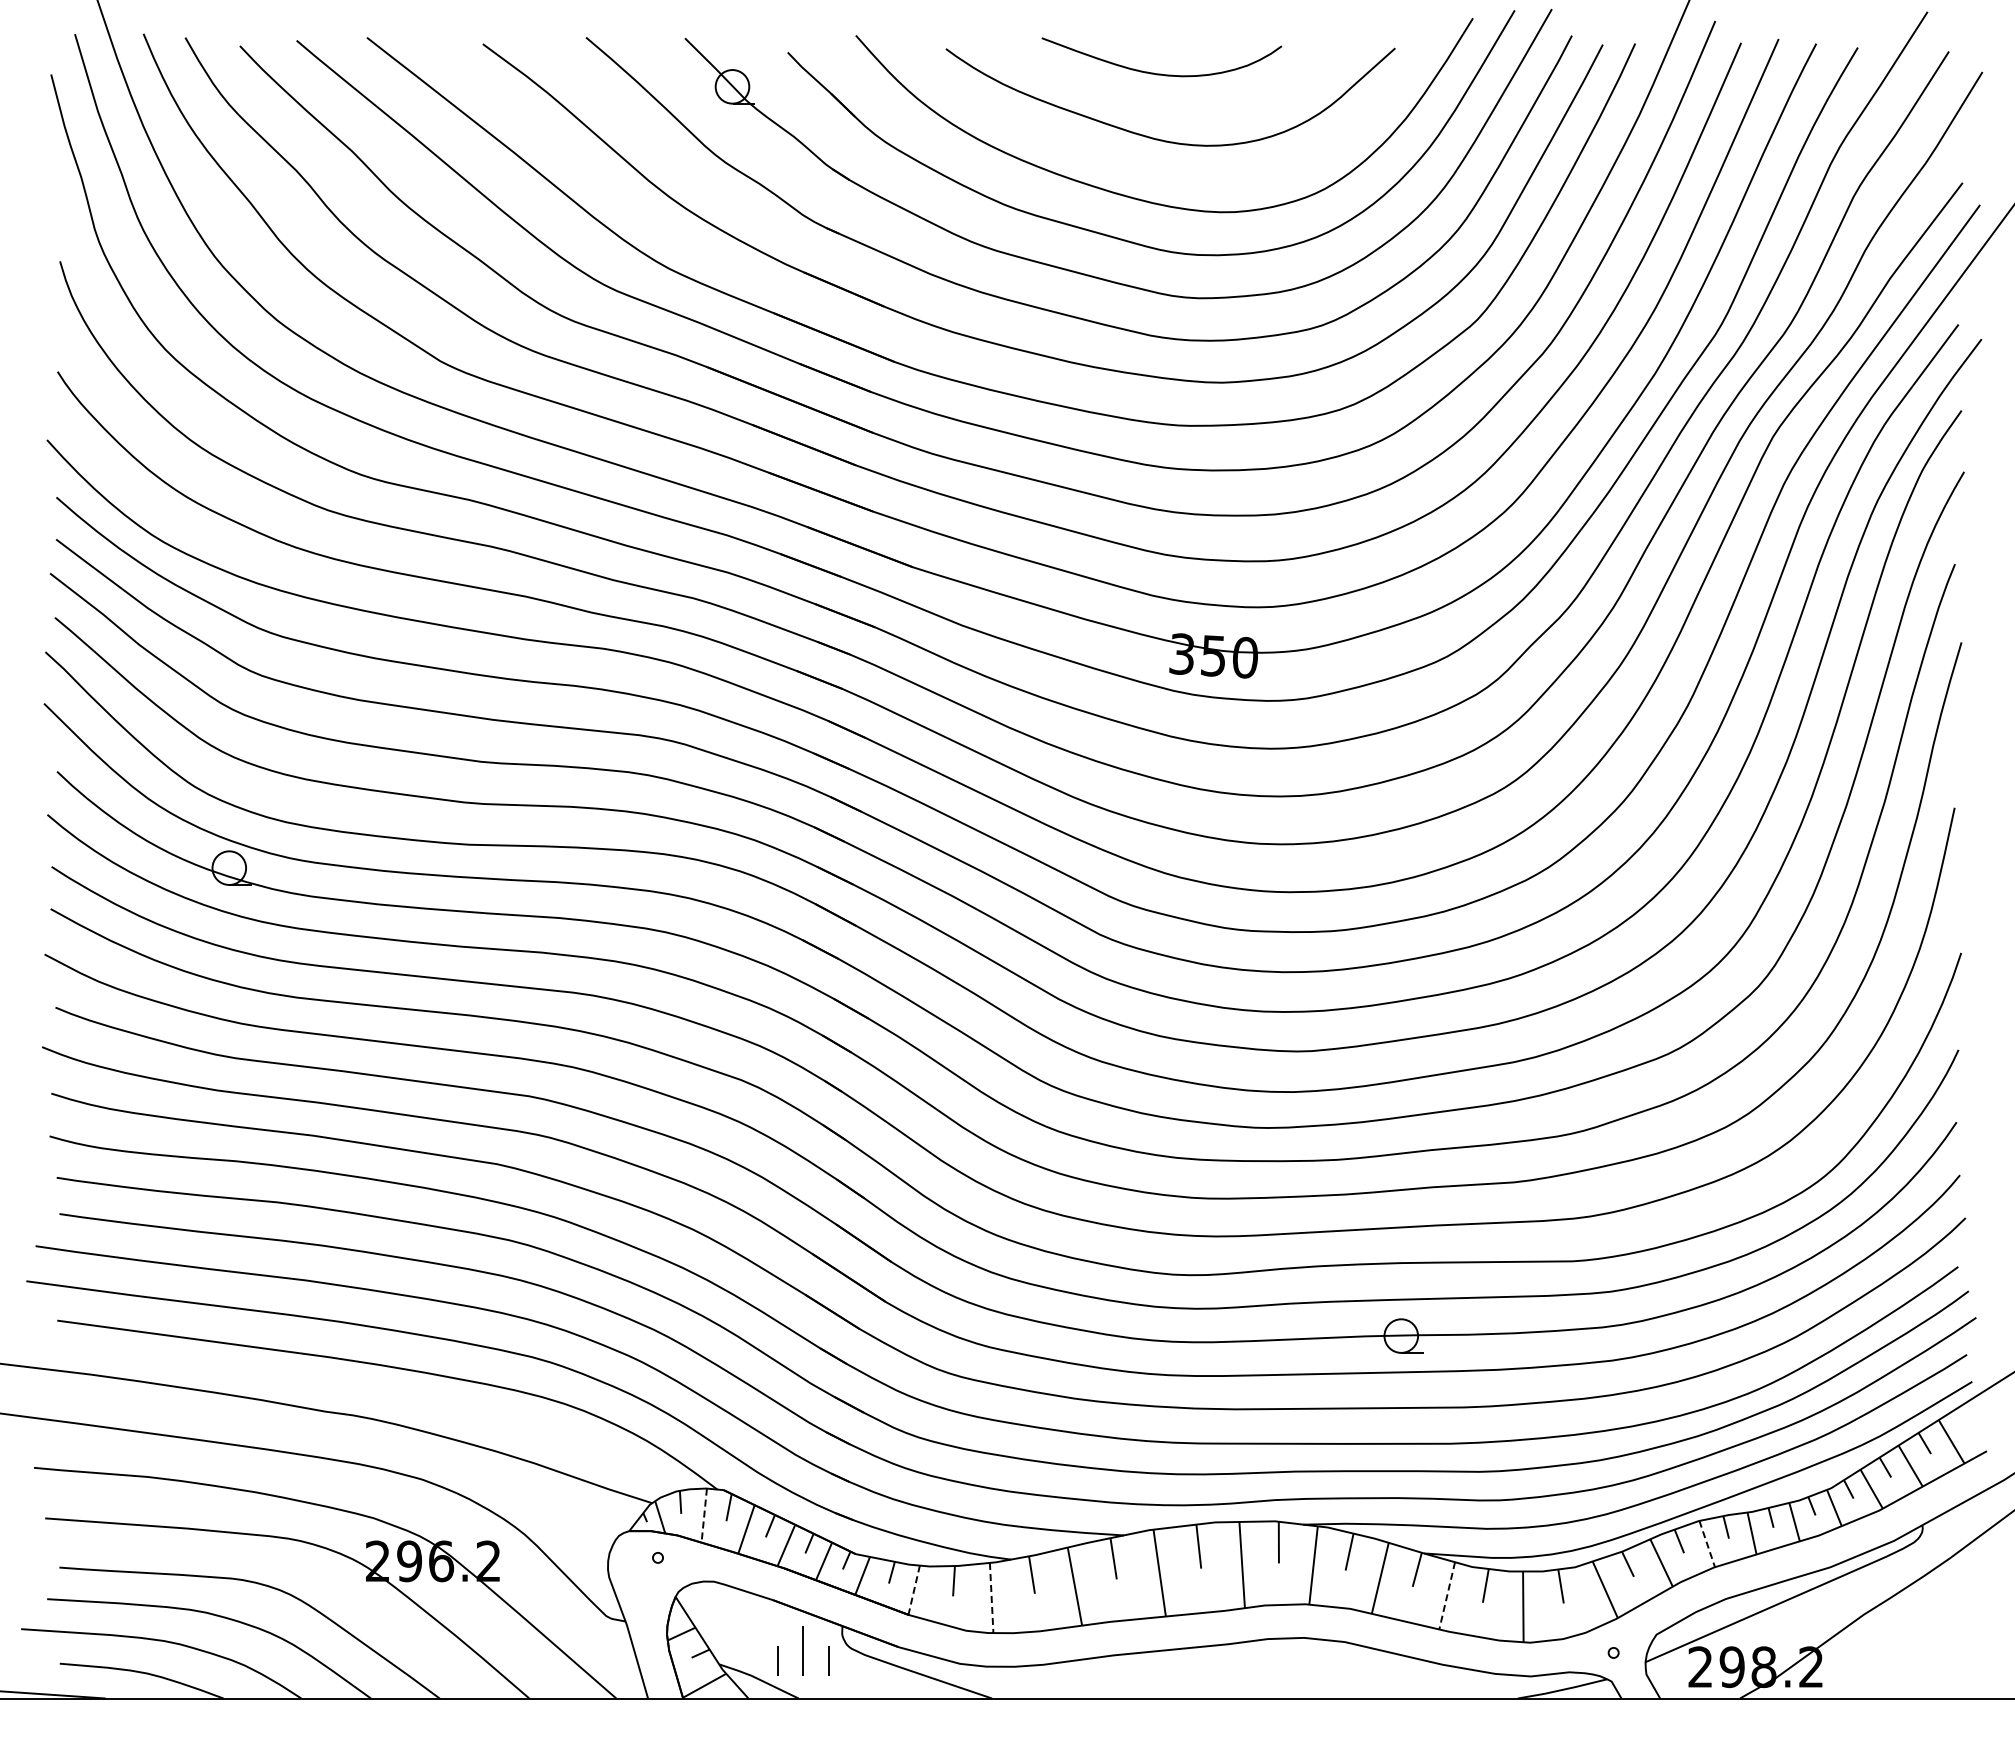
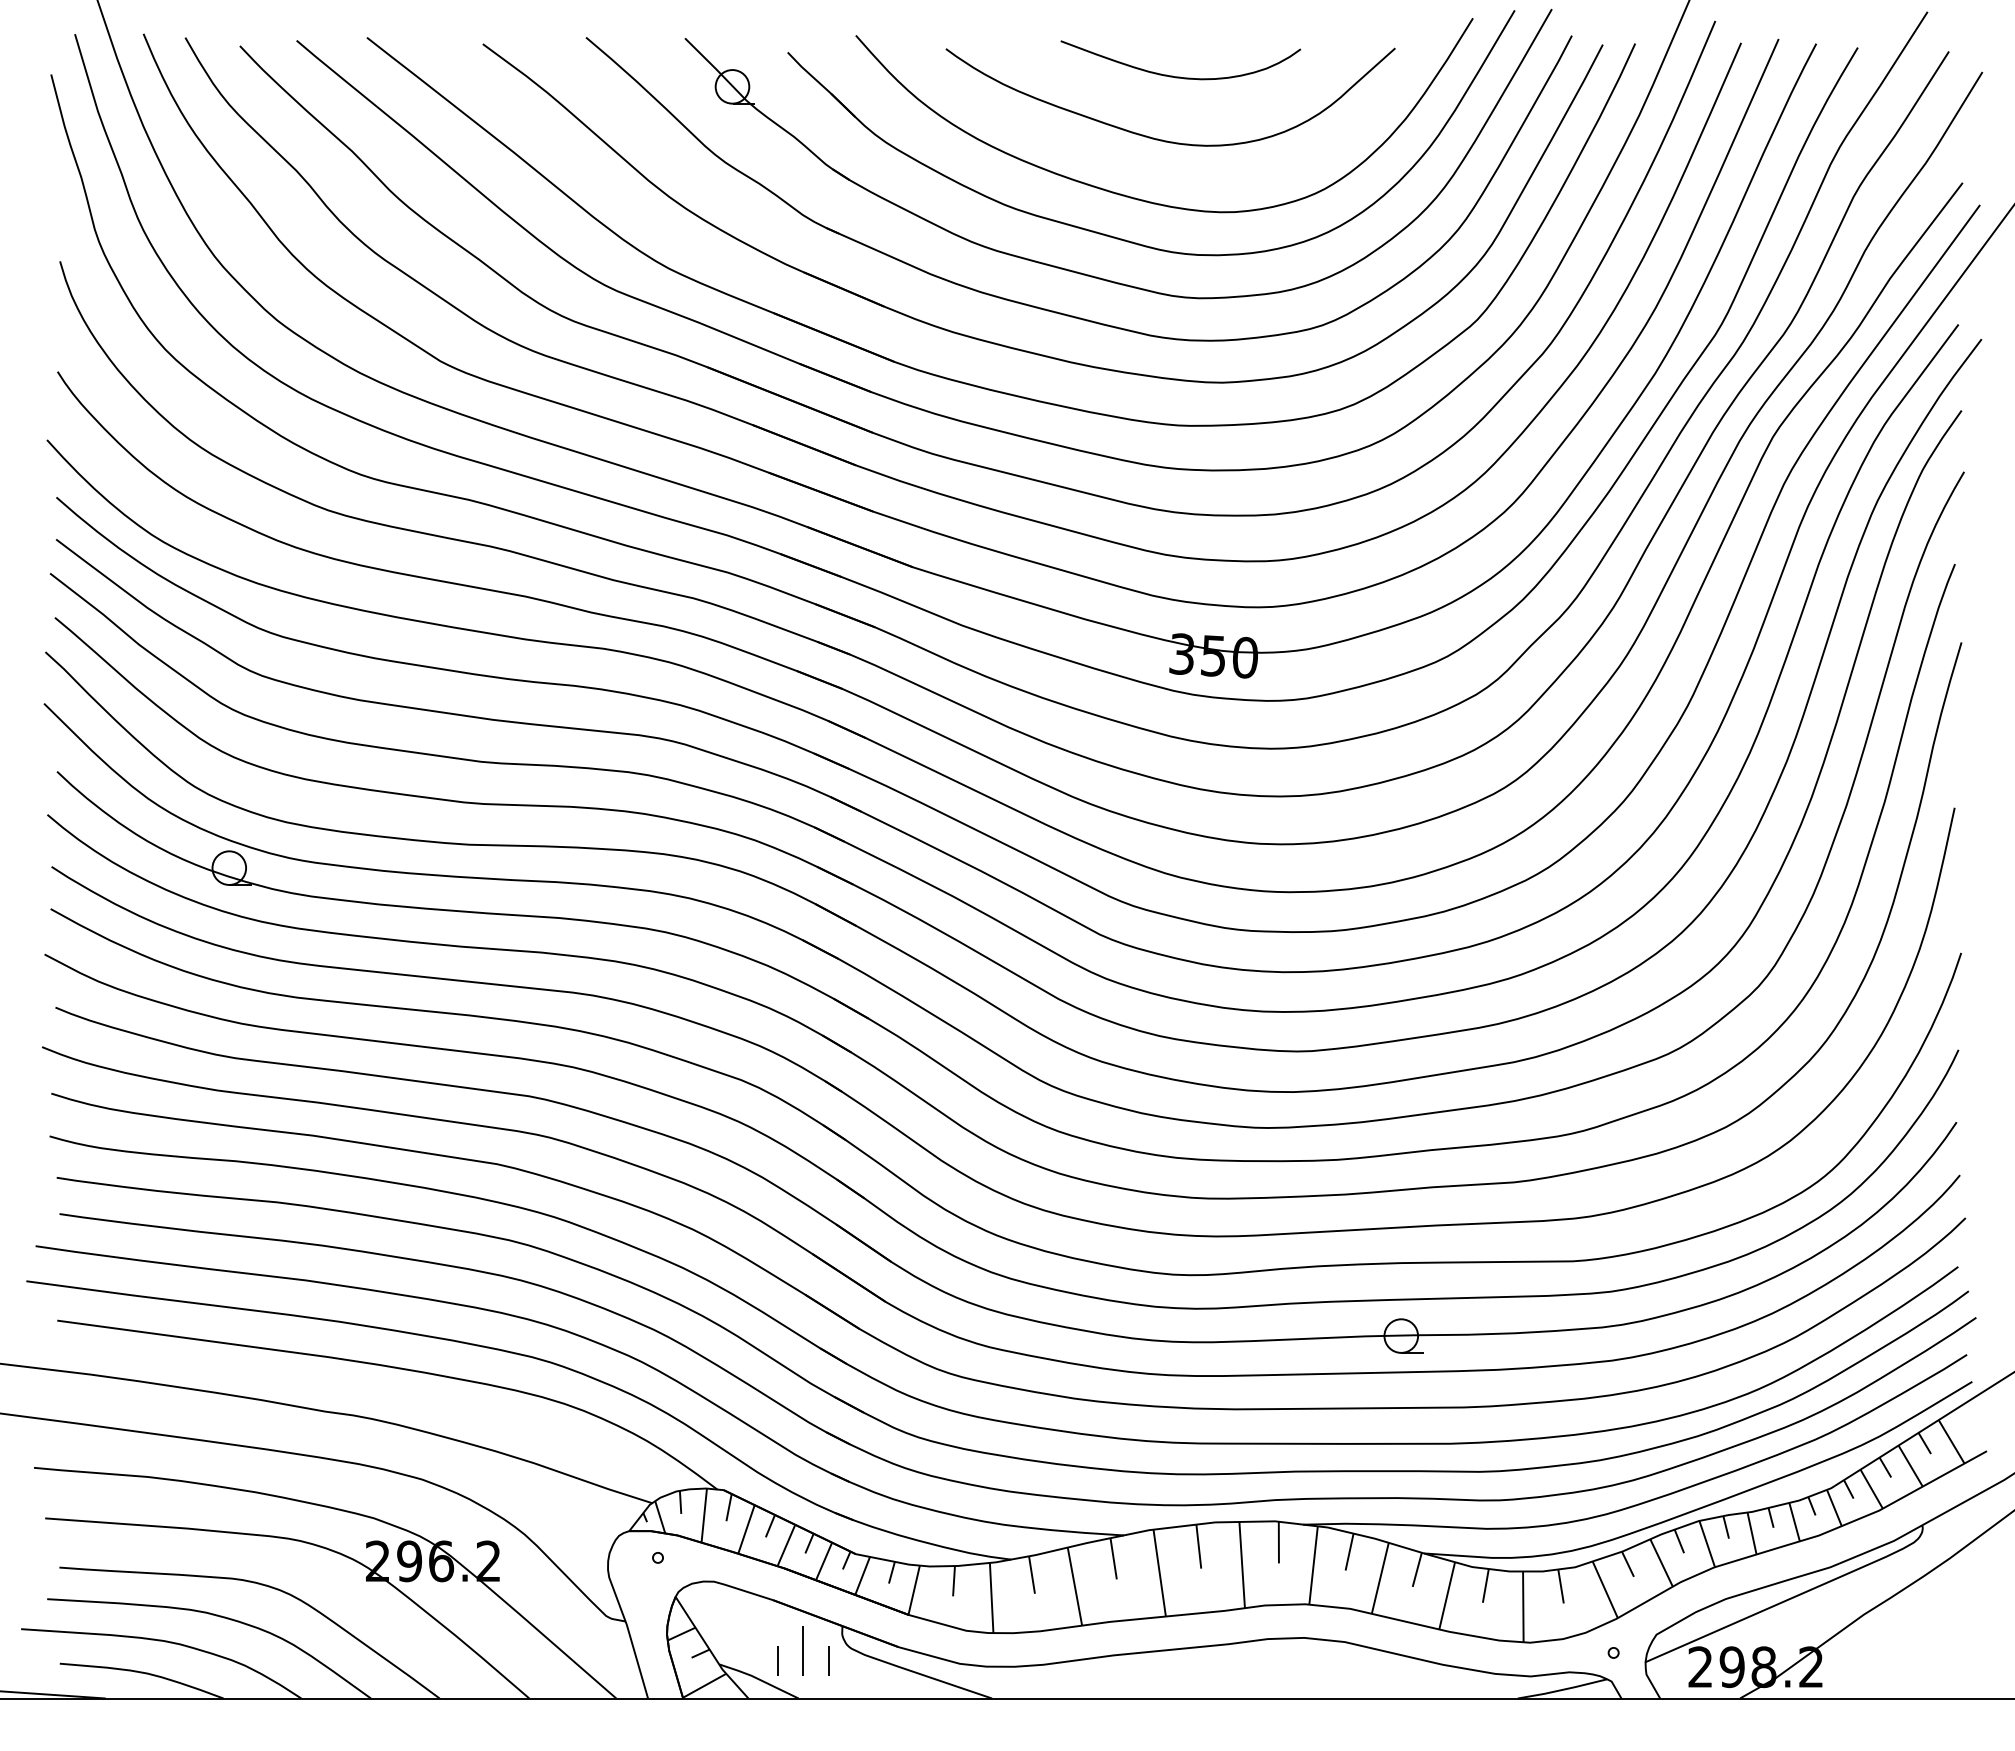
curve at (1161, 73) position: (1161, 73) -> (1180, 76)
line at (704, 1516): dashed -> solid
line at (1707, 1544): dashed -> solid
line at (914, 1590): dashed -> solid
line at (1447, 1595): dashed -> solid
line at (991, 1598): dashed -> solid
